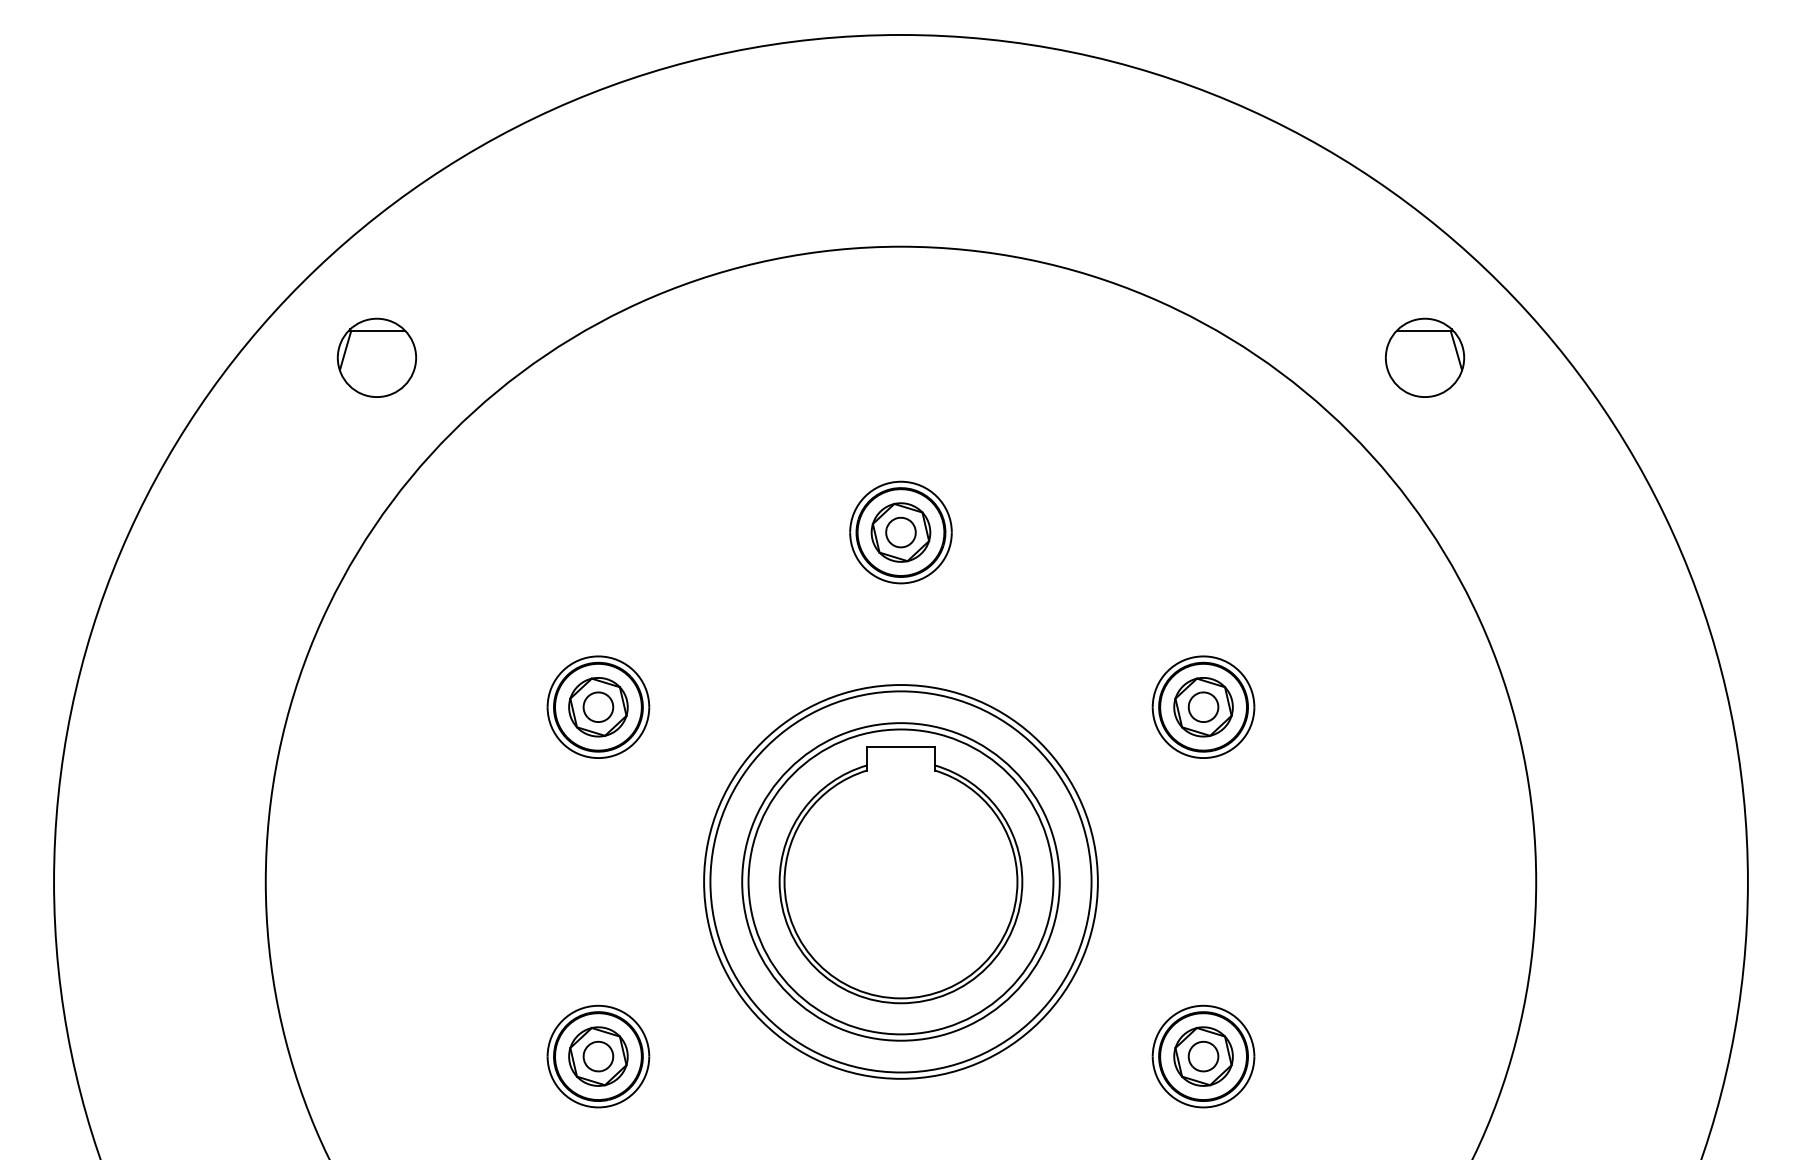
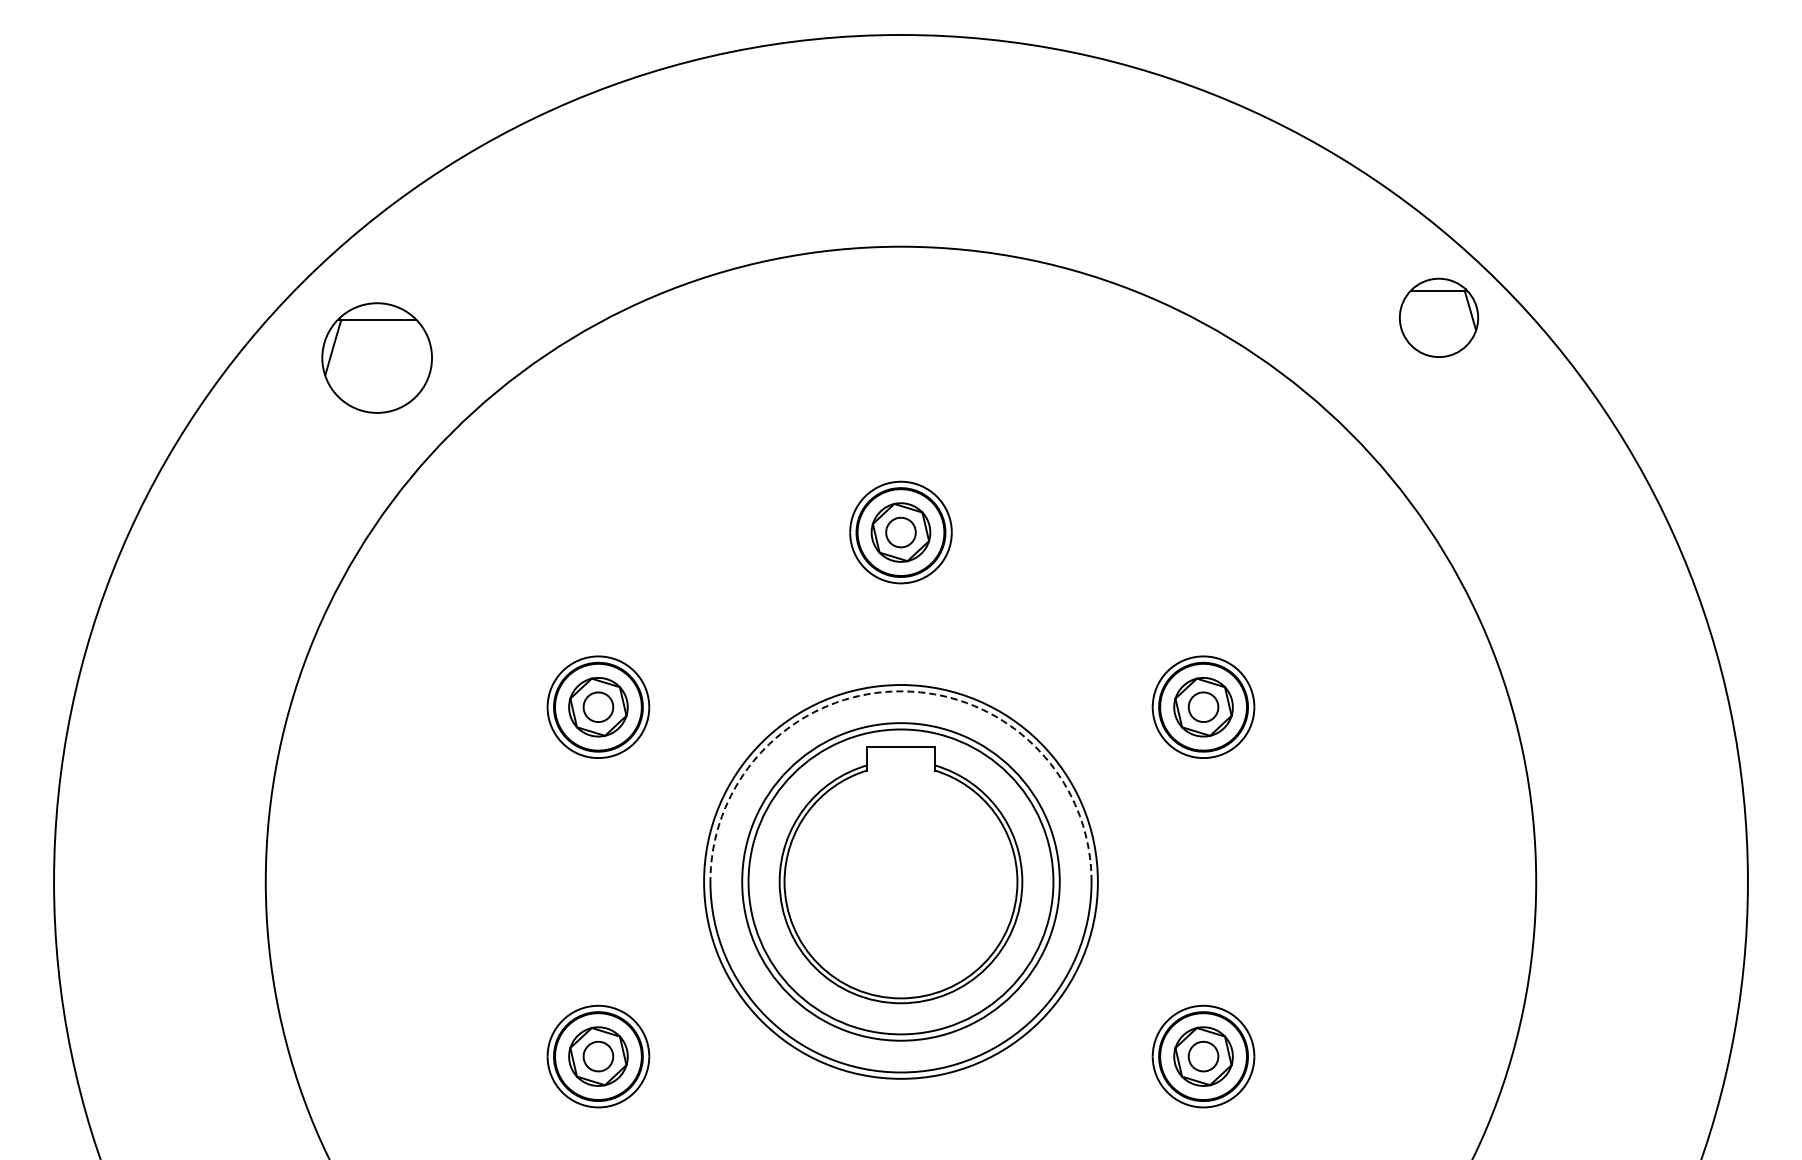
part at (376, 357) size: 81x81 px -> 112x112 px
part at (1425, 357) position: (1425, 357) -> (1439, 317)
arc at (900, 691): solid -> dashed
